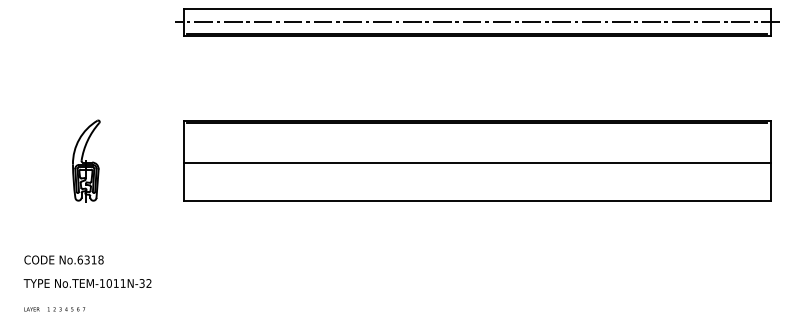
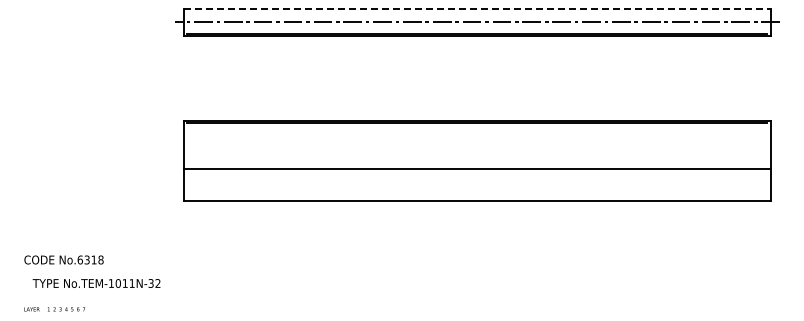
line at (477, 9): solid -> dashed
part at (86, 160): present -> none
line at (477, 162) position: (477, 162) -> (477, 168)
text at (87, 283) position: (87, 283) -> (96, 283)
